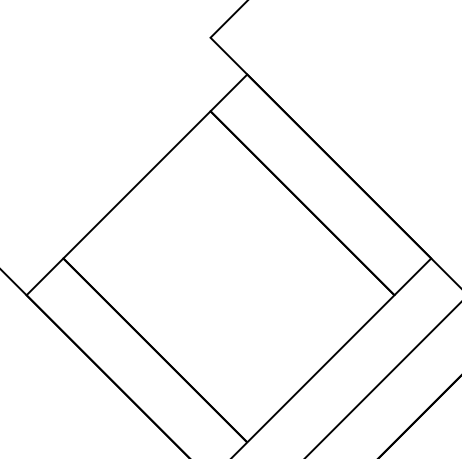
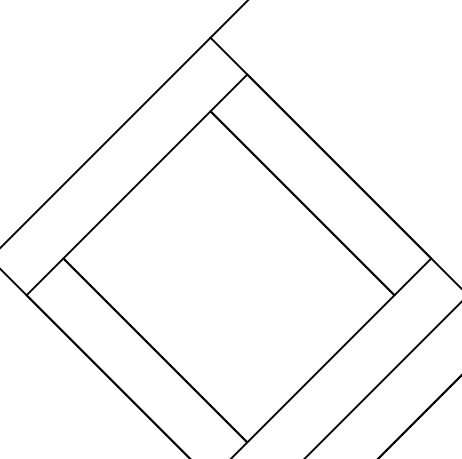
line at (106, 141): none -> present
